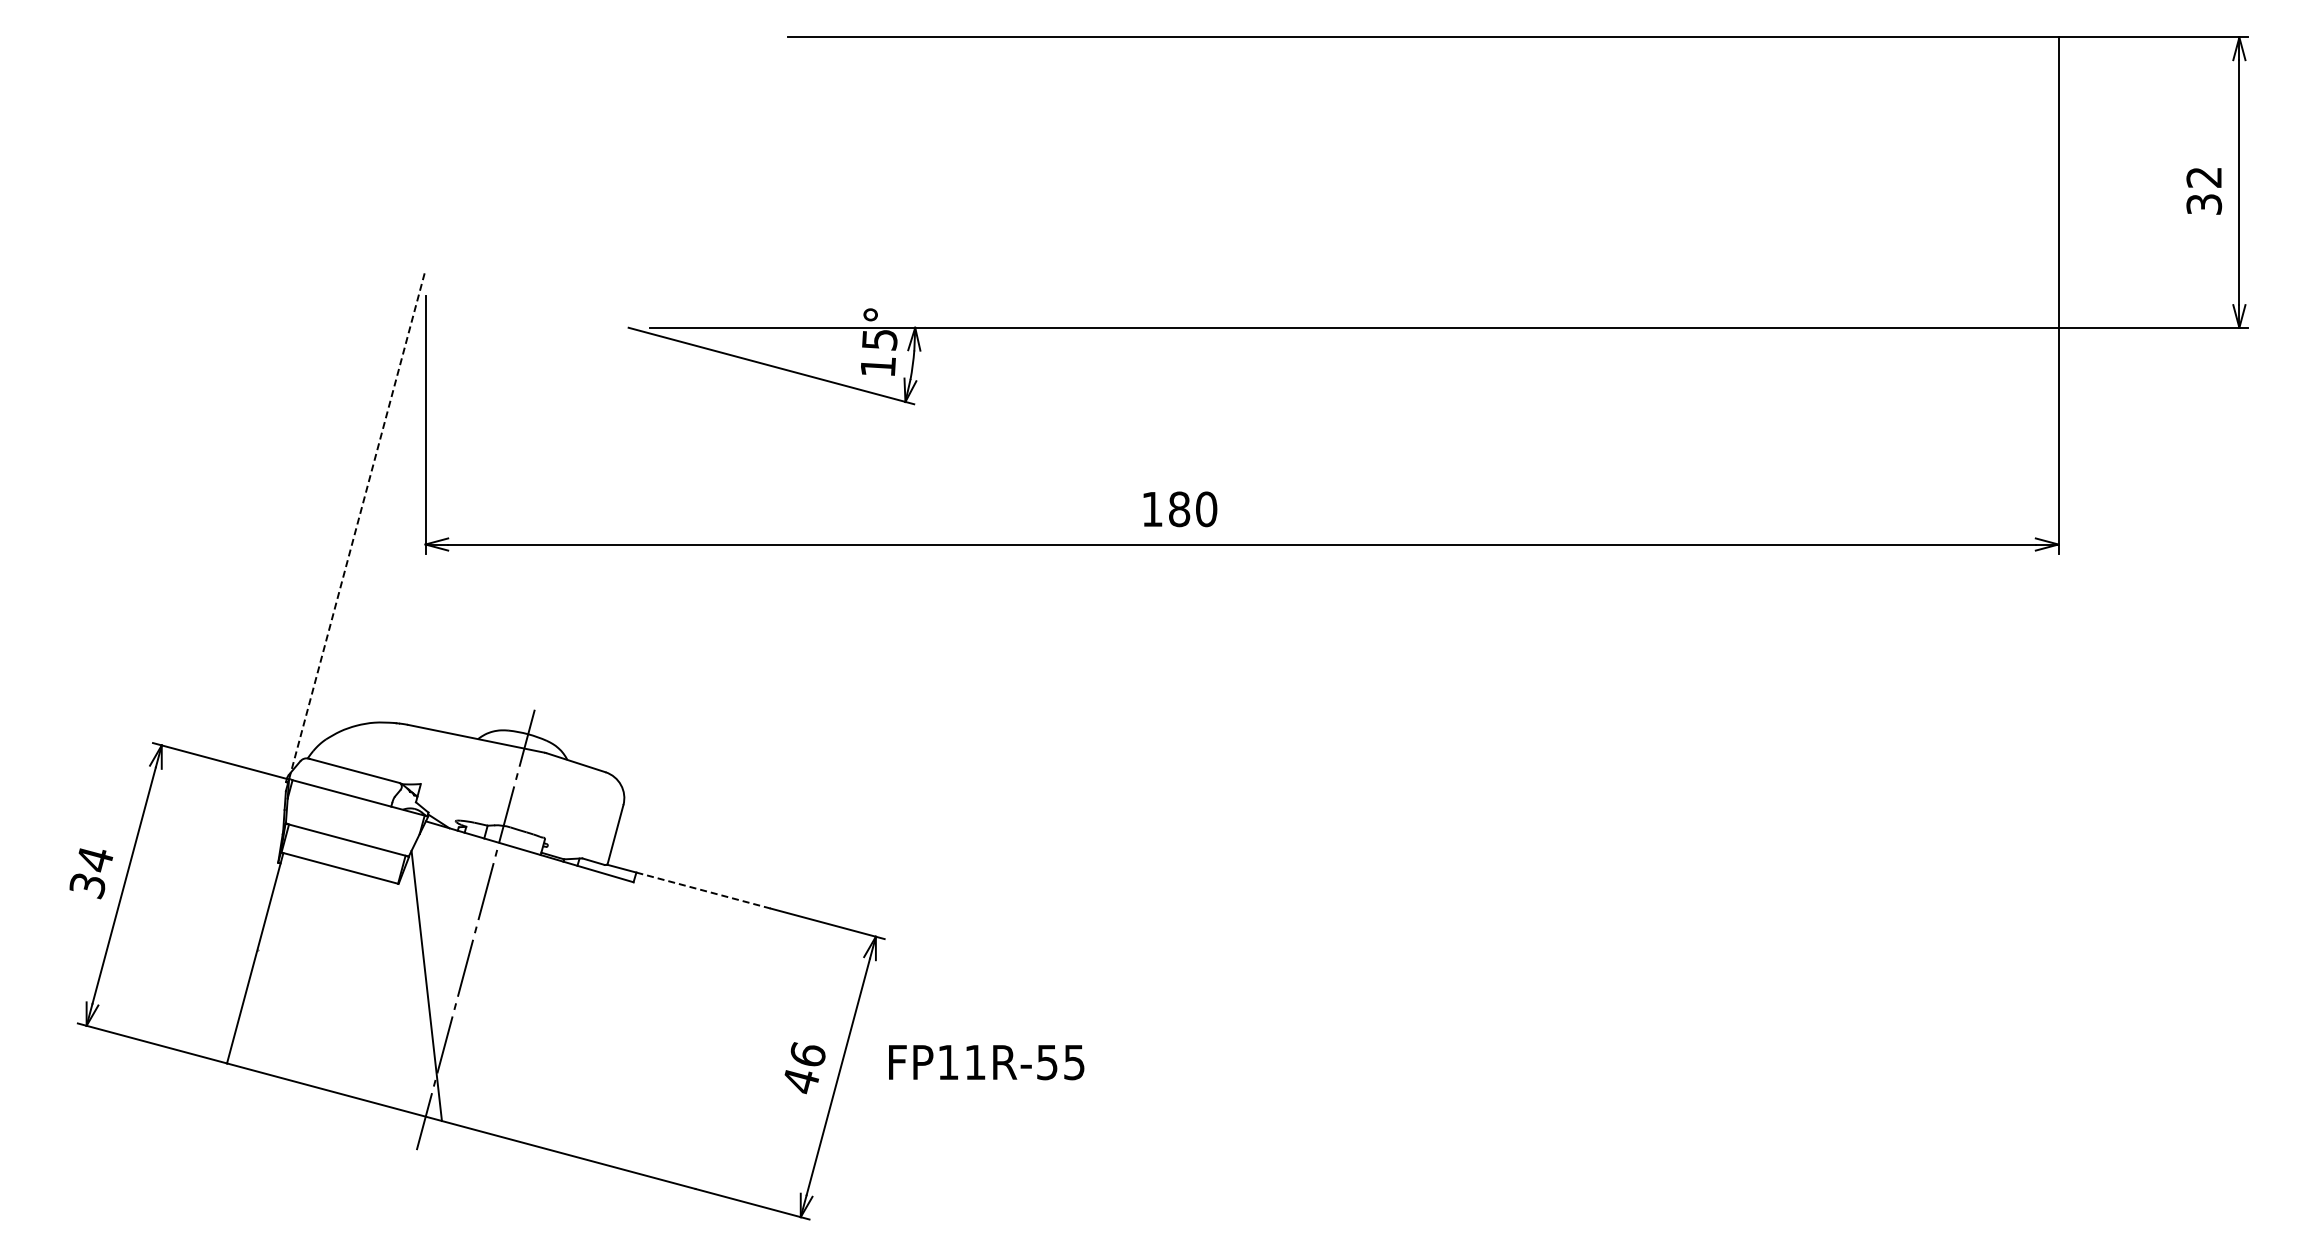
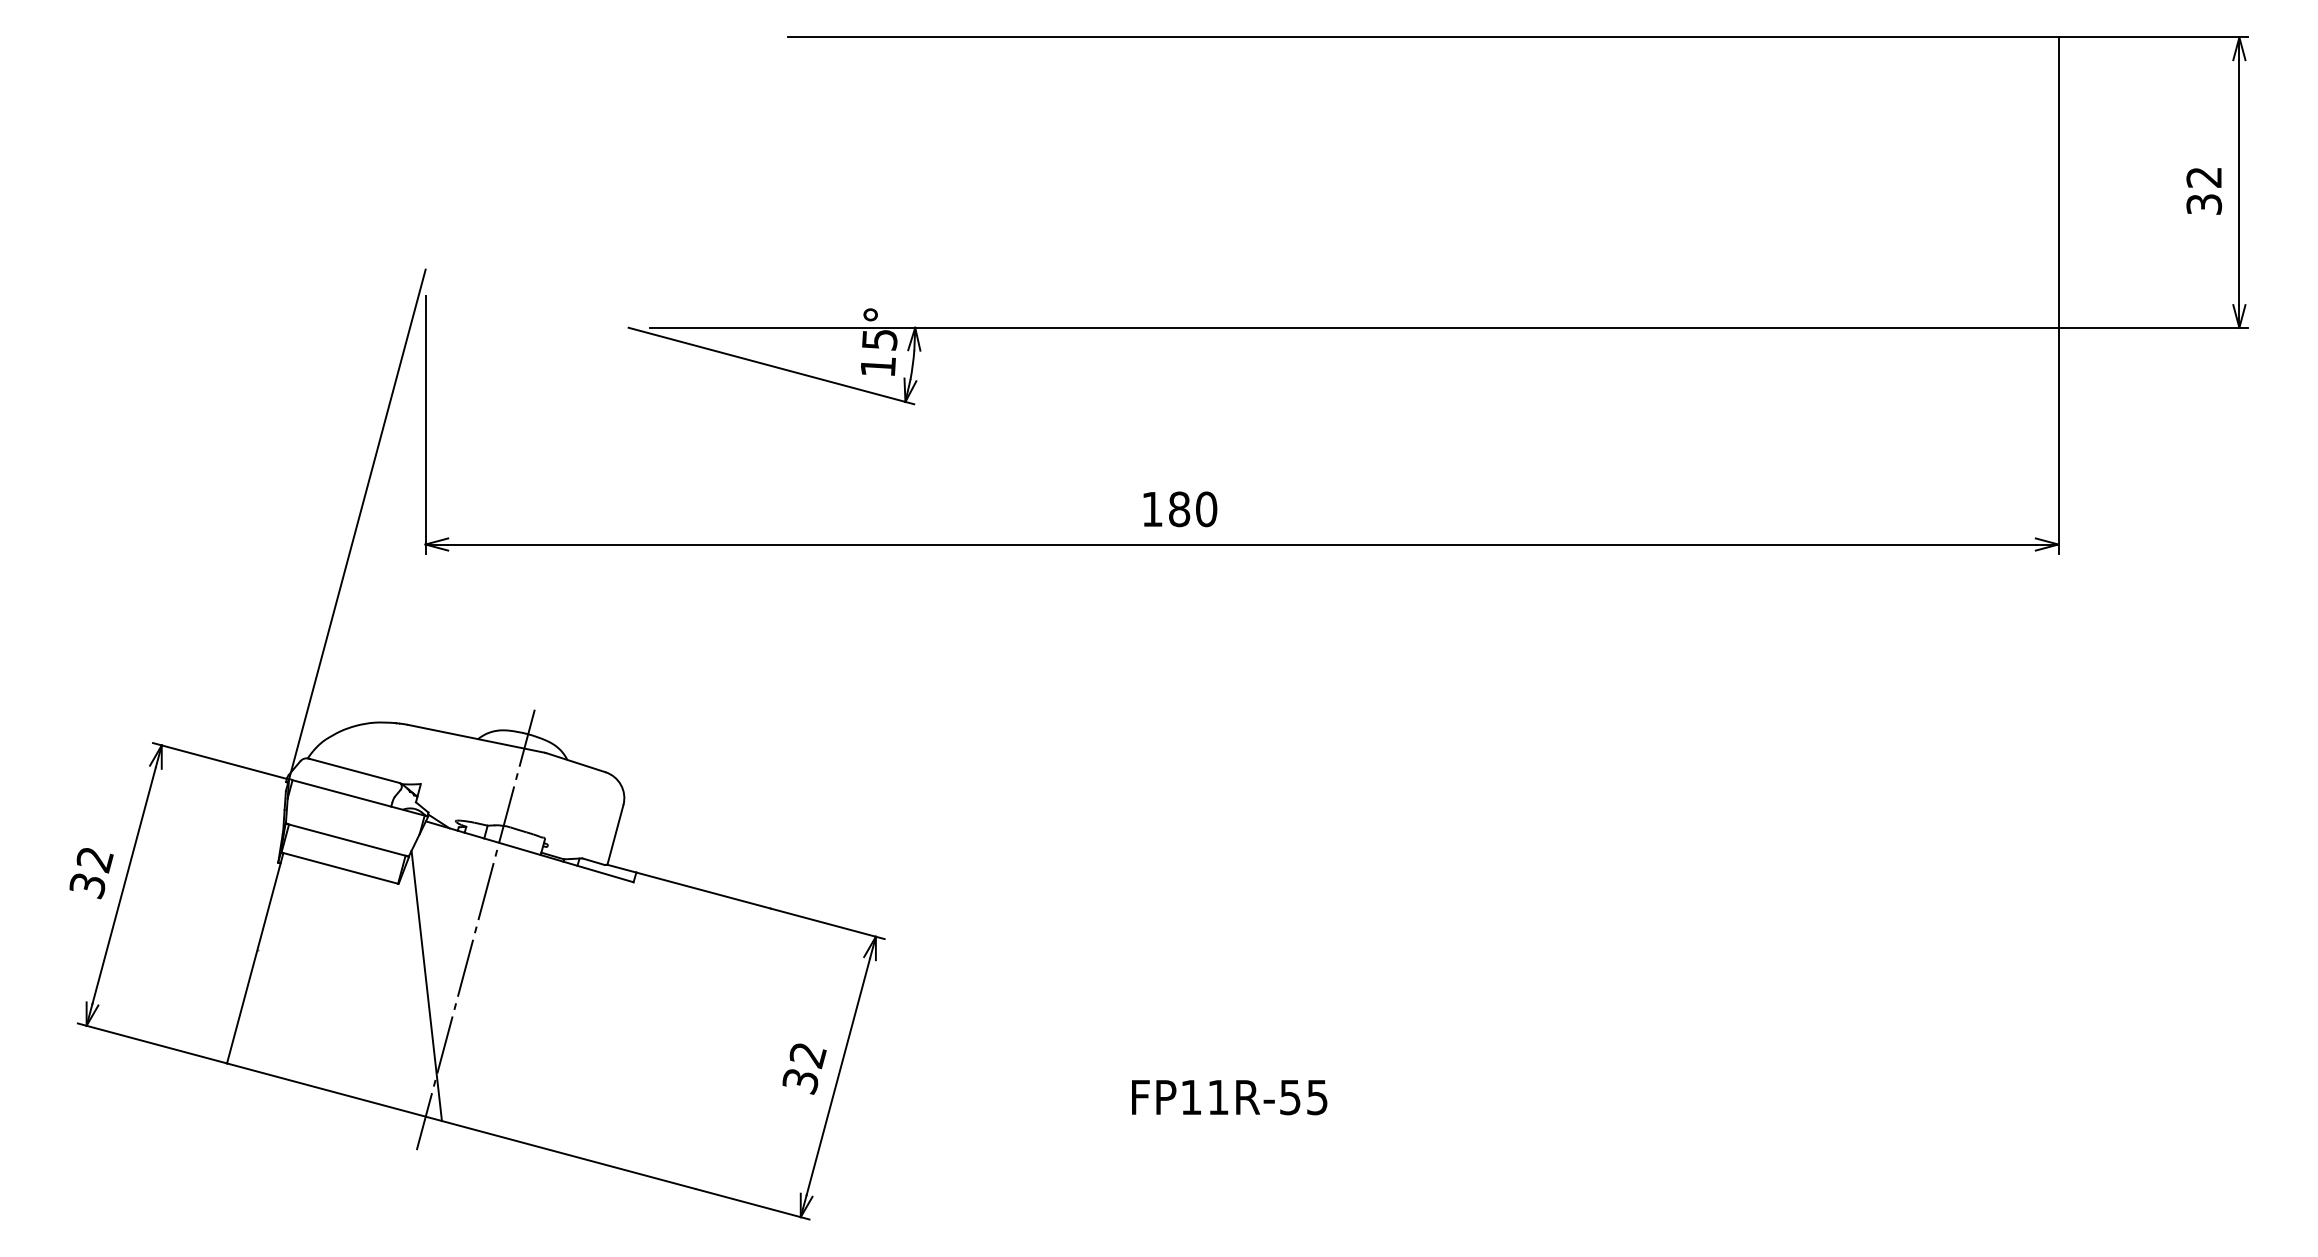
line at (357, 524): dashed -> solid
text at (94, 860): 34 -> 32
line at (703, 890): dashed -> solid
text at (986, 1062) position: (986, 1062) -> (1229, 1097)
text at (804, 1068): 46 -> 32
